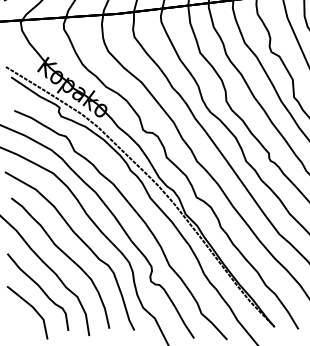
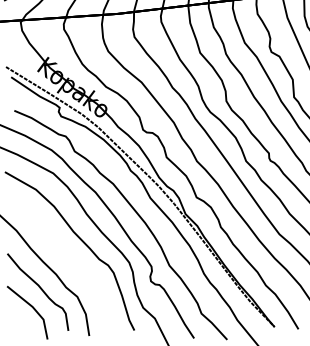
curve at (66, 256): present -> none
